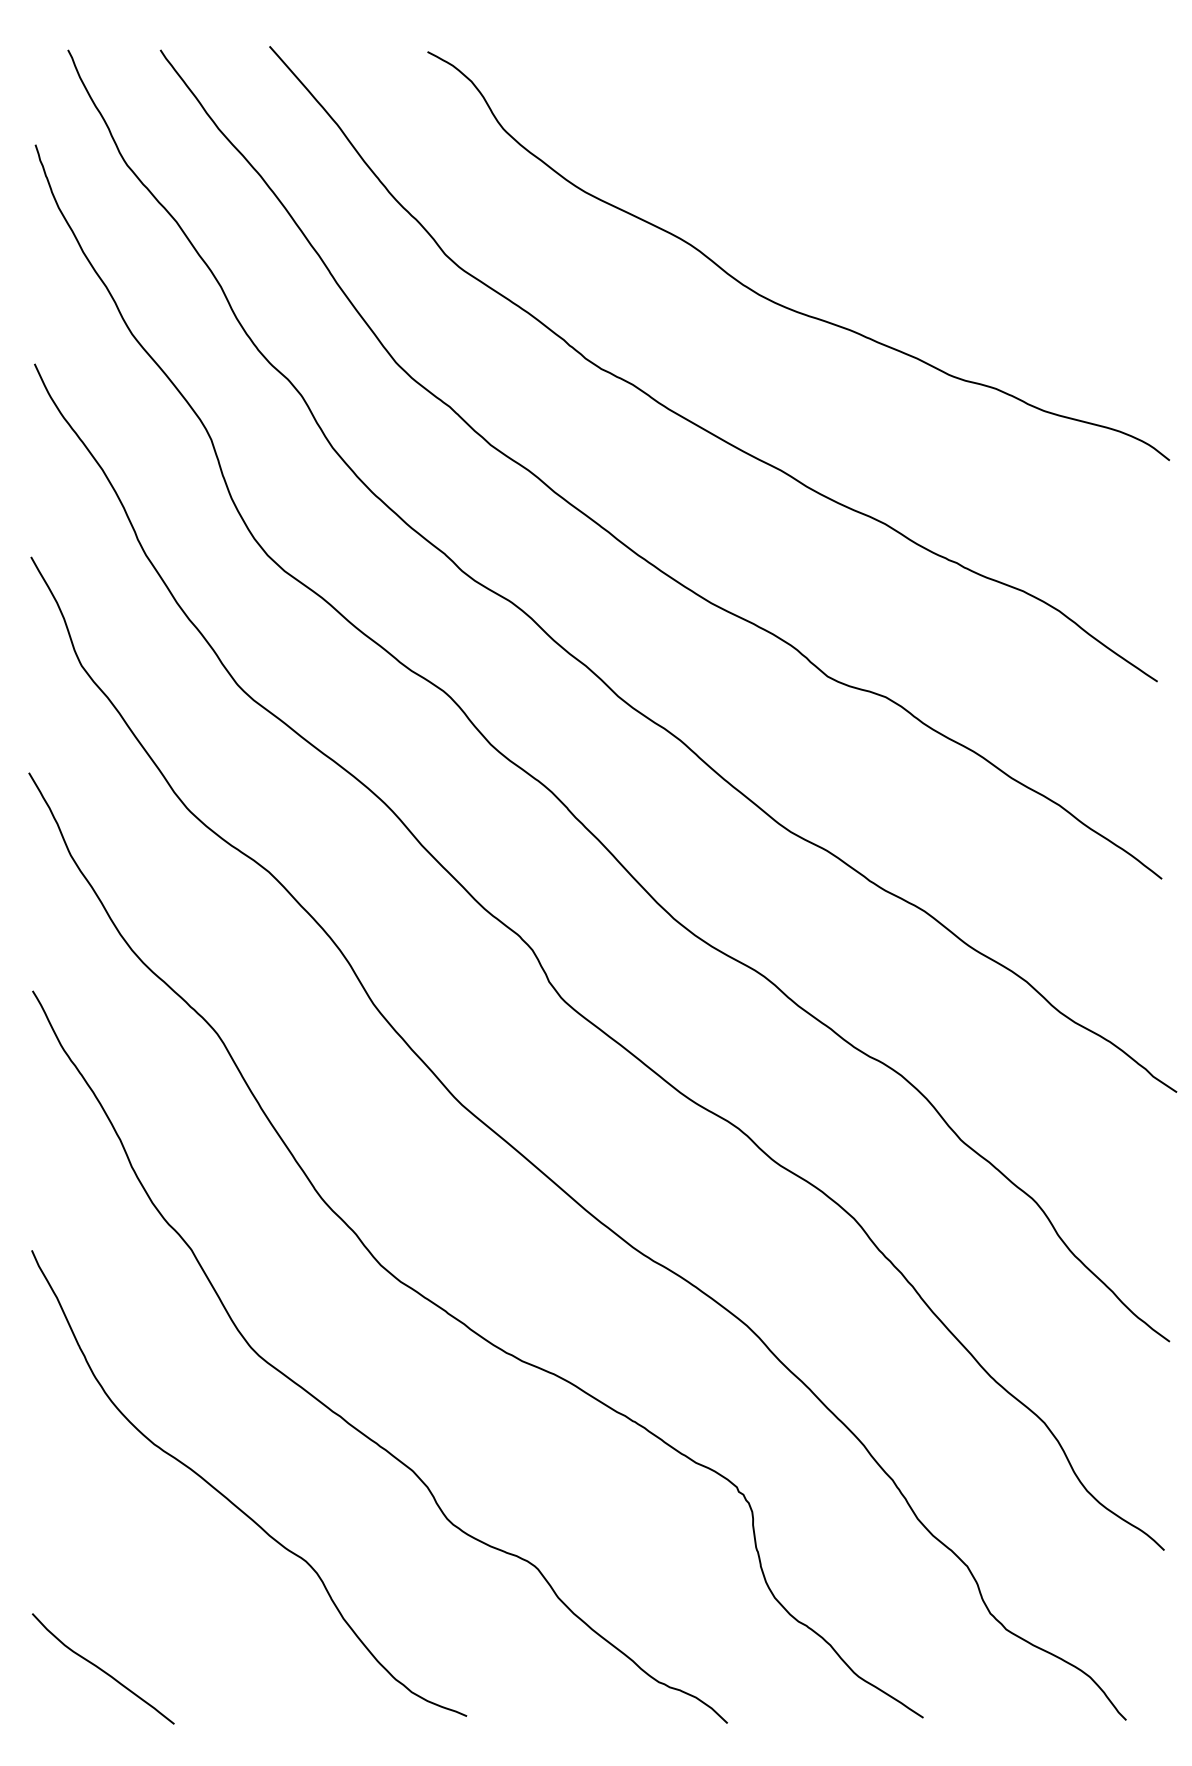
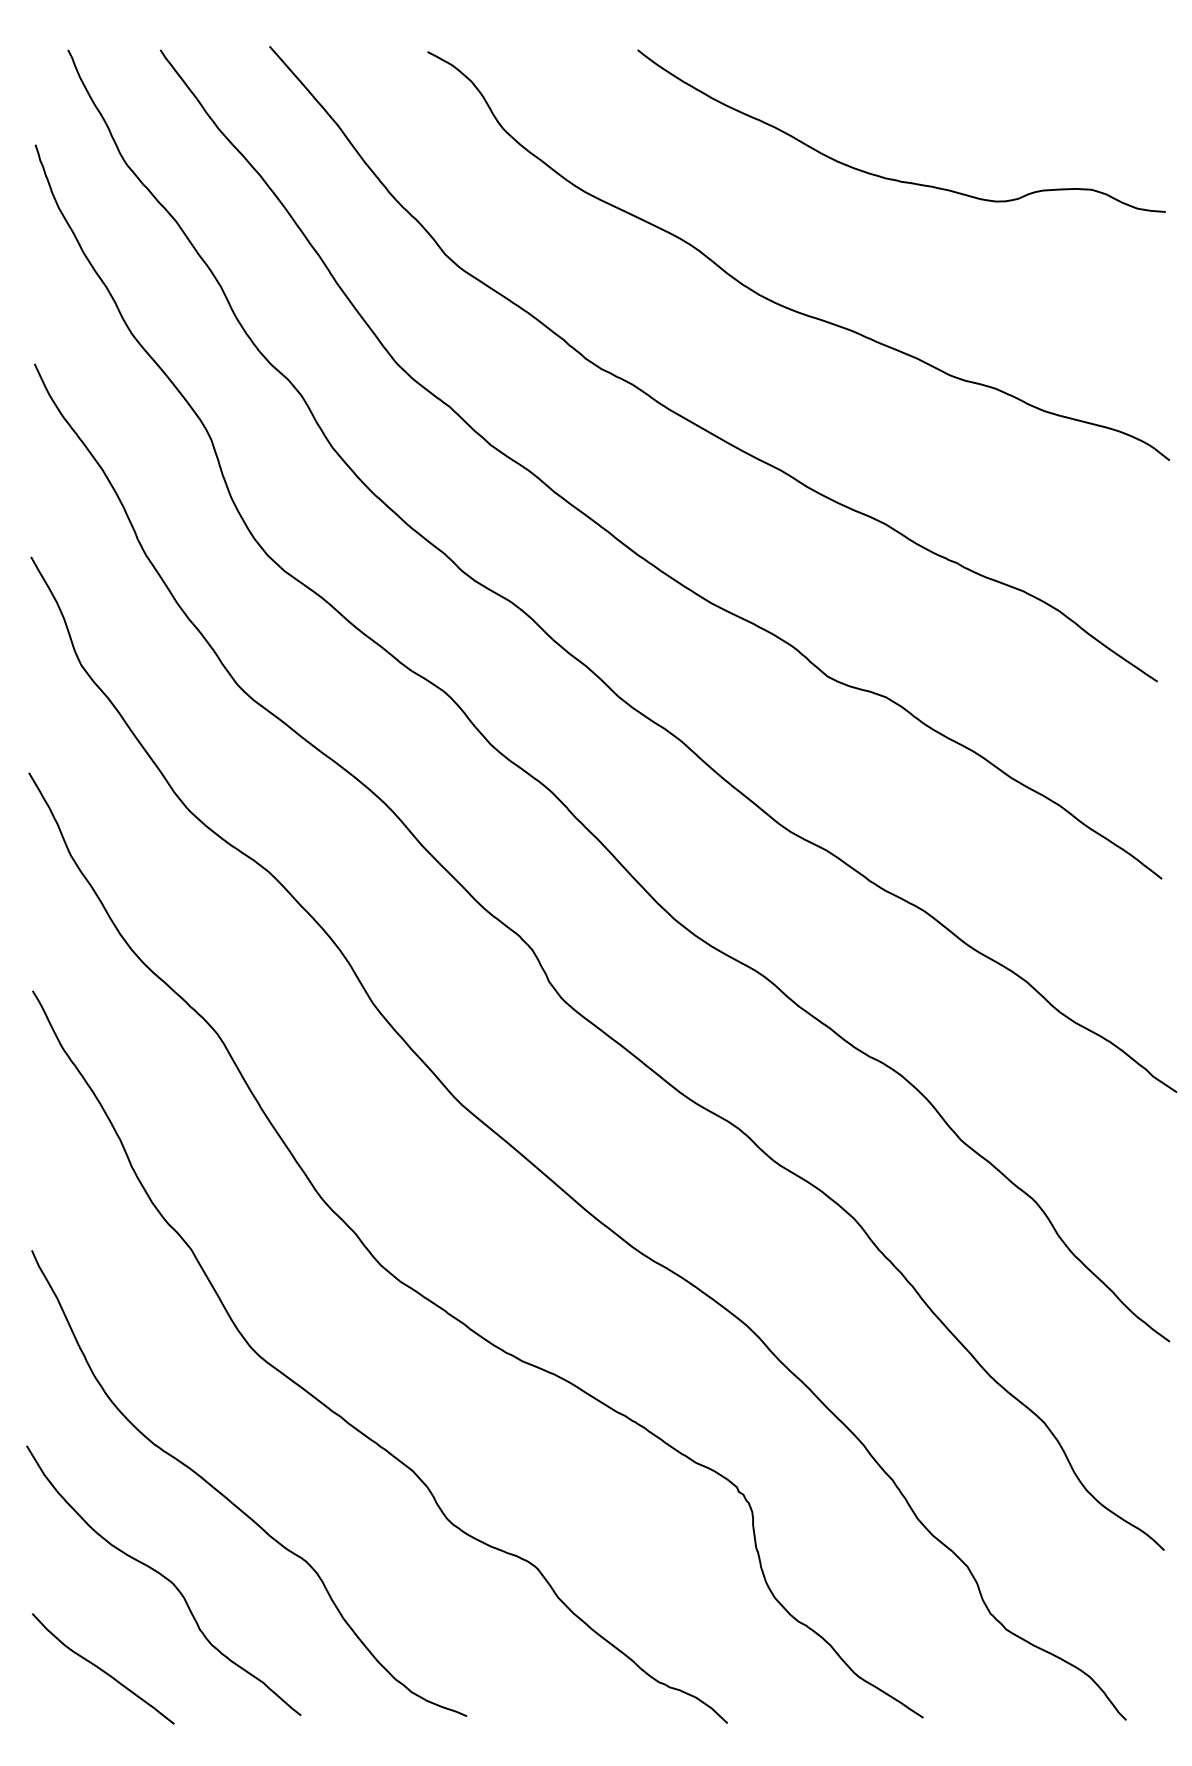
curve at (892, 178): none -> present
curve at (164, 1578): none -> present
